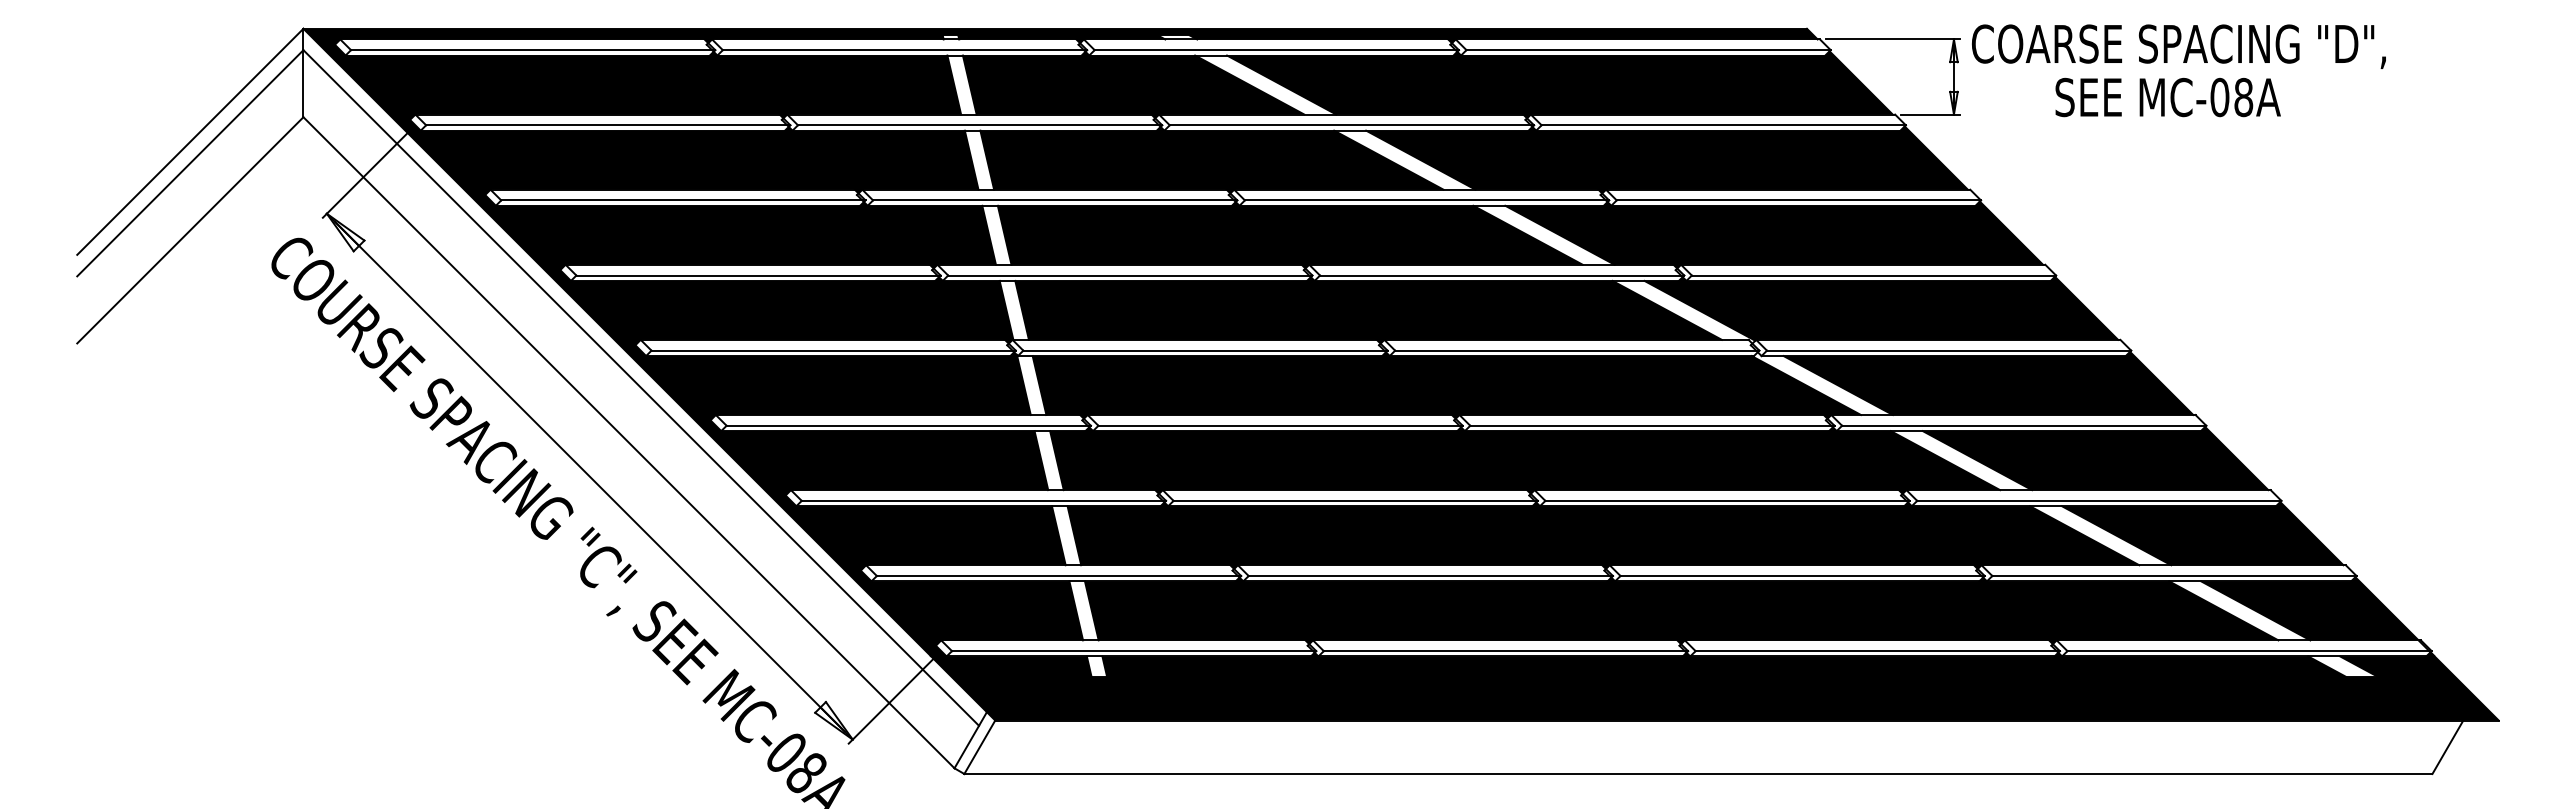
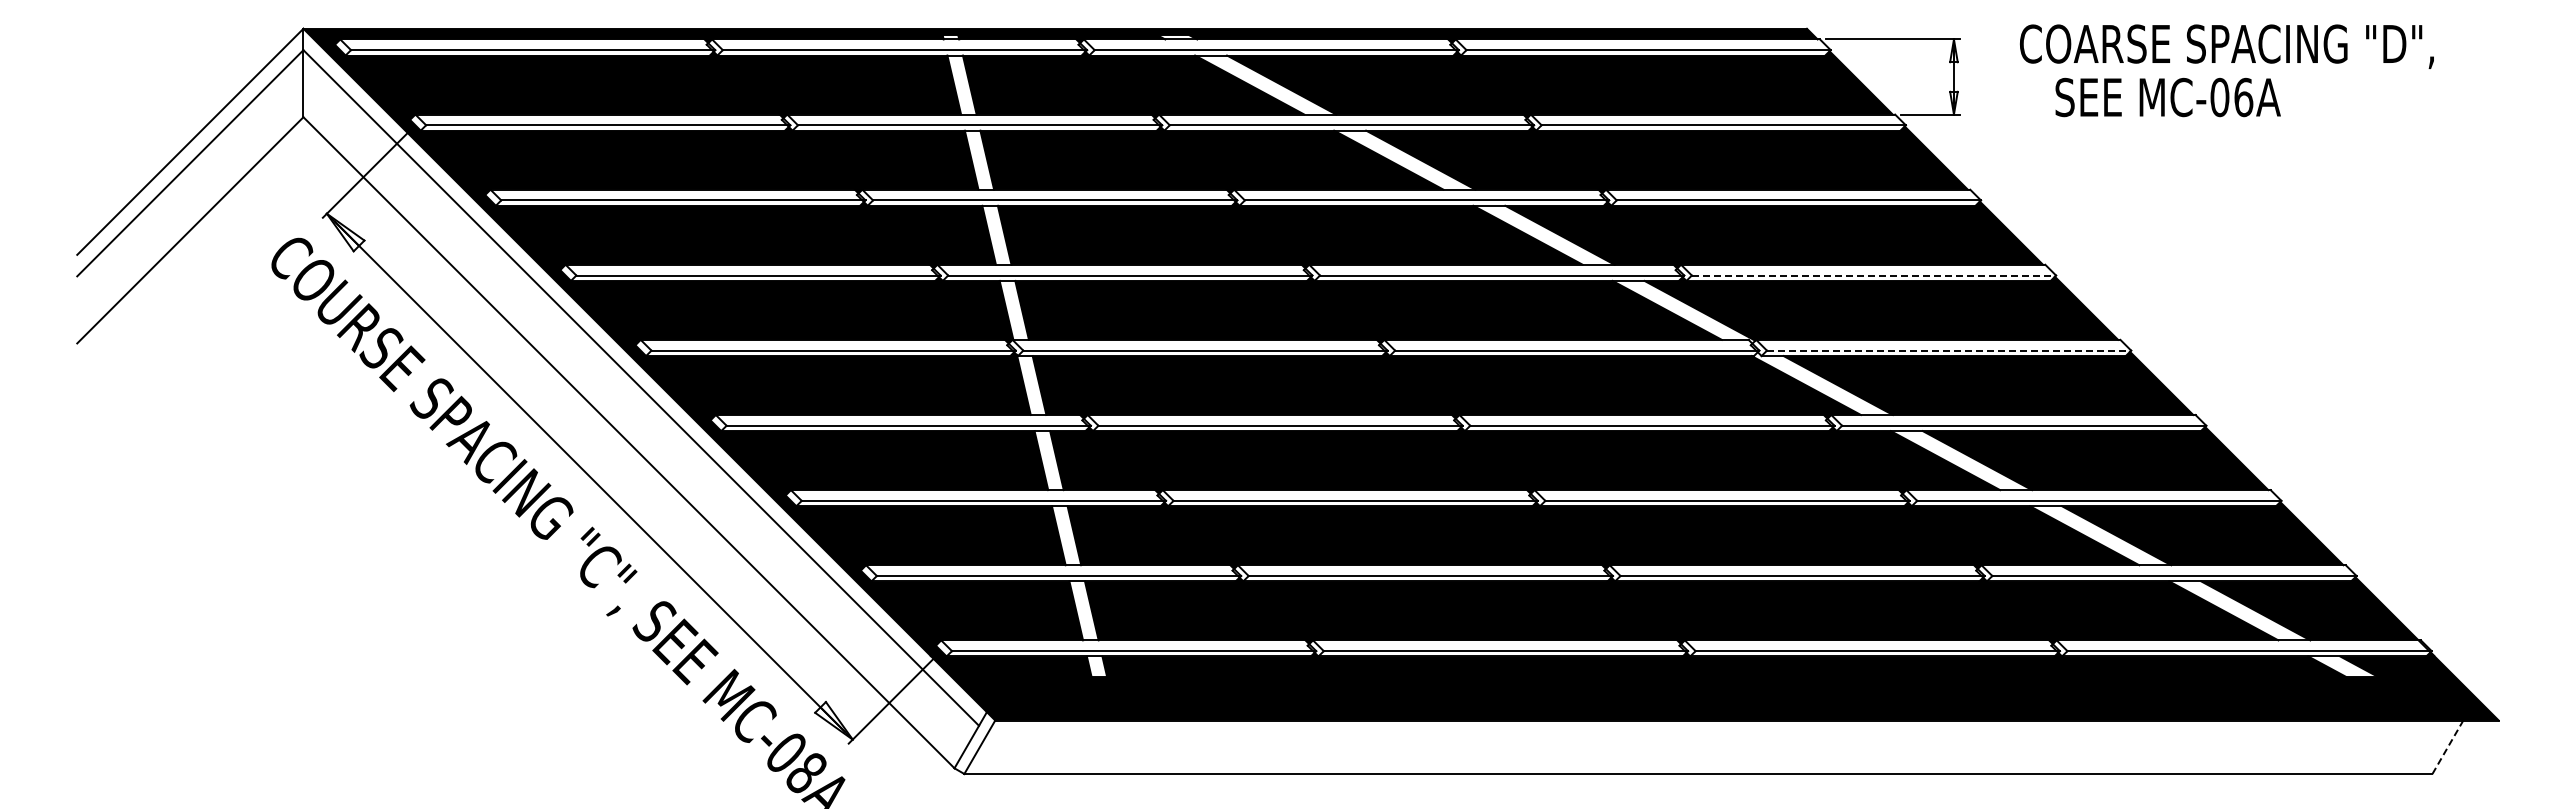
text at (2178, 46) position: (2178, 46) -> (2226, 46)
text at (2243, 96): MC-08A -> MC-06A
line at (1874, 275): solid -> dashed
line at (1949, 350): solid -> dashed
line at (2447, 747): solid -> dashed
